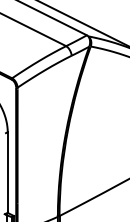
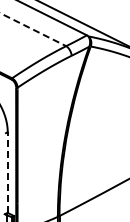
line at (33, 29): solid -> dashed
line at (7, 172): solid -> dashed
